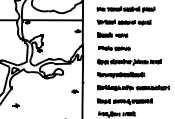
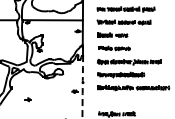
arc at (82, 88): solid -> dashed
part at (124, 101): present -> none
part at (15, 105) position: (15, 105) -> (27, 99)
